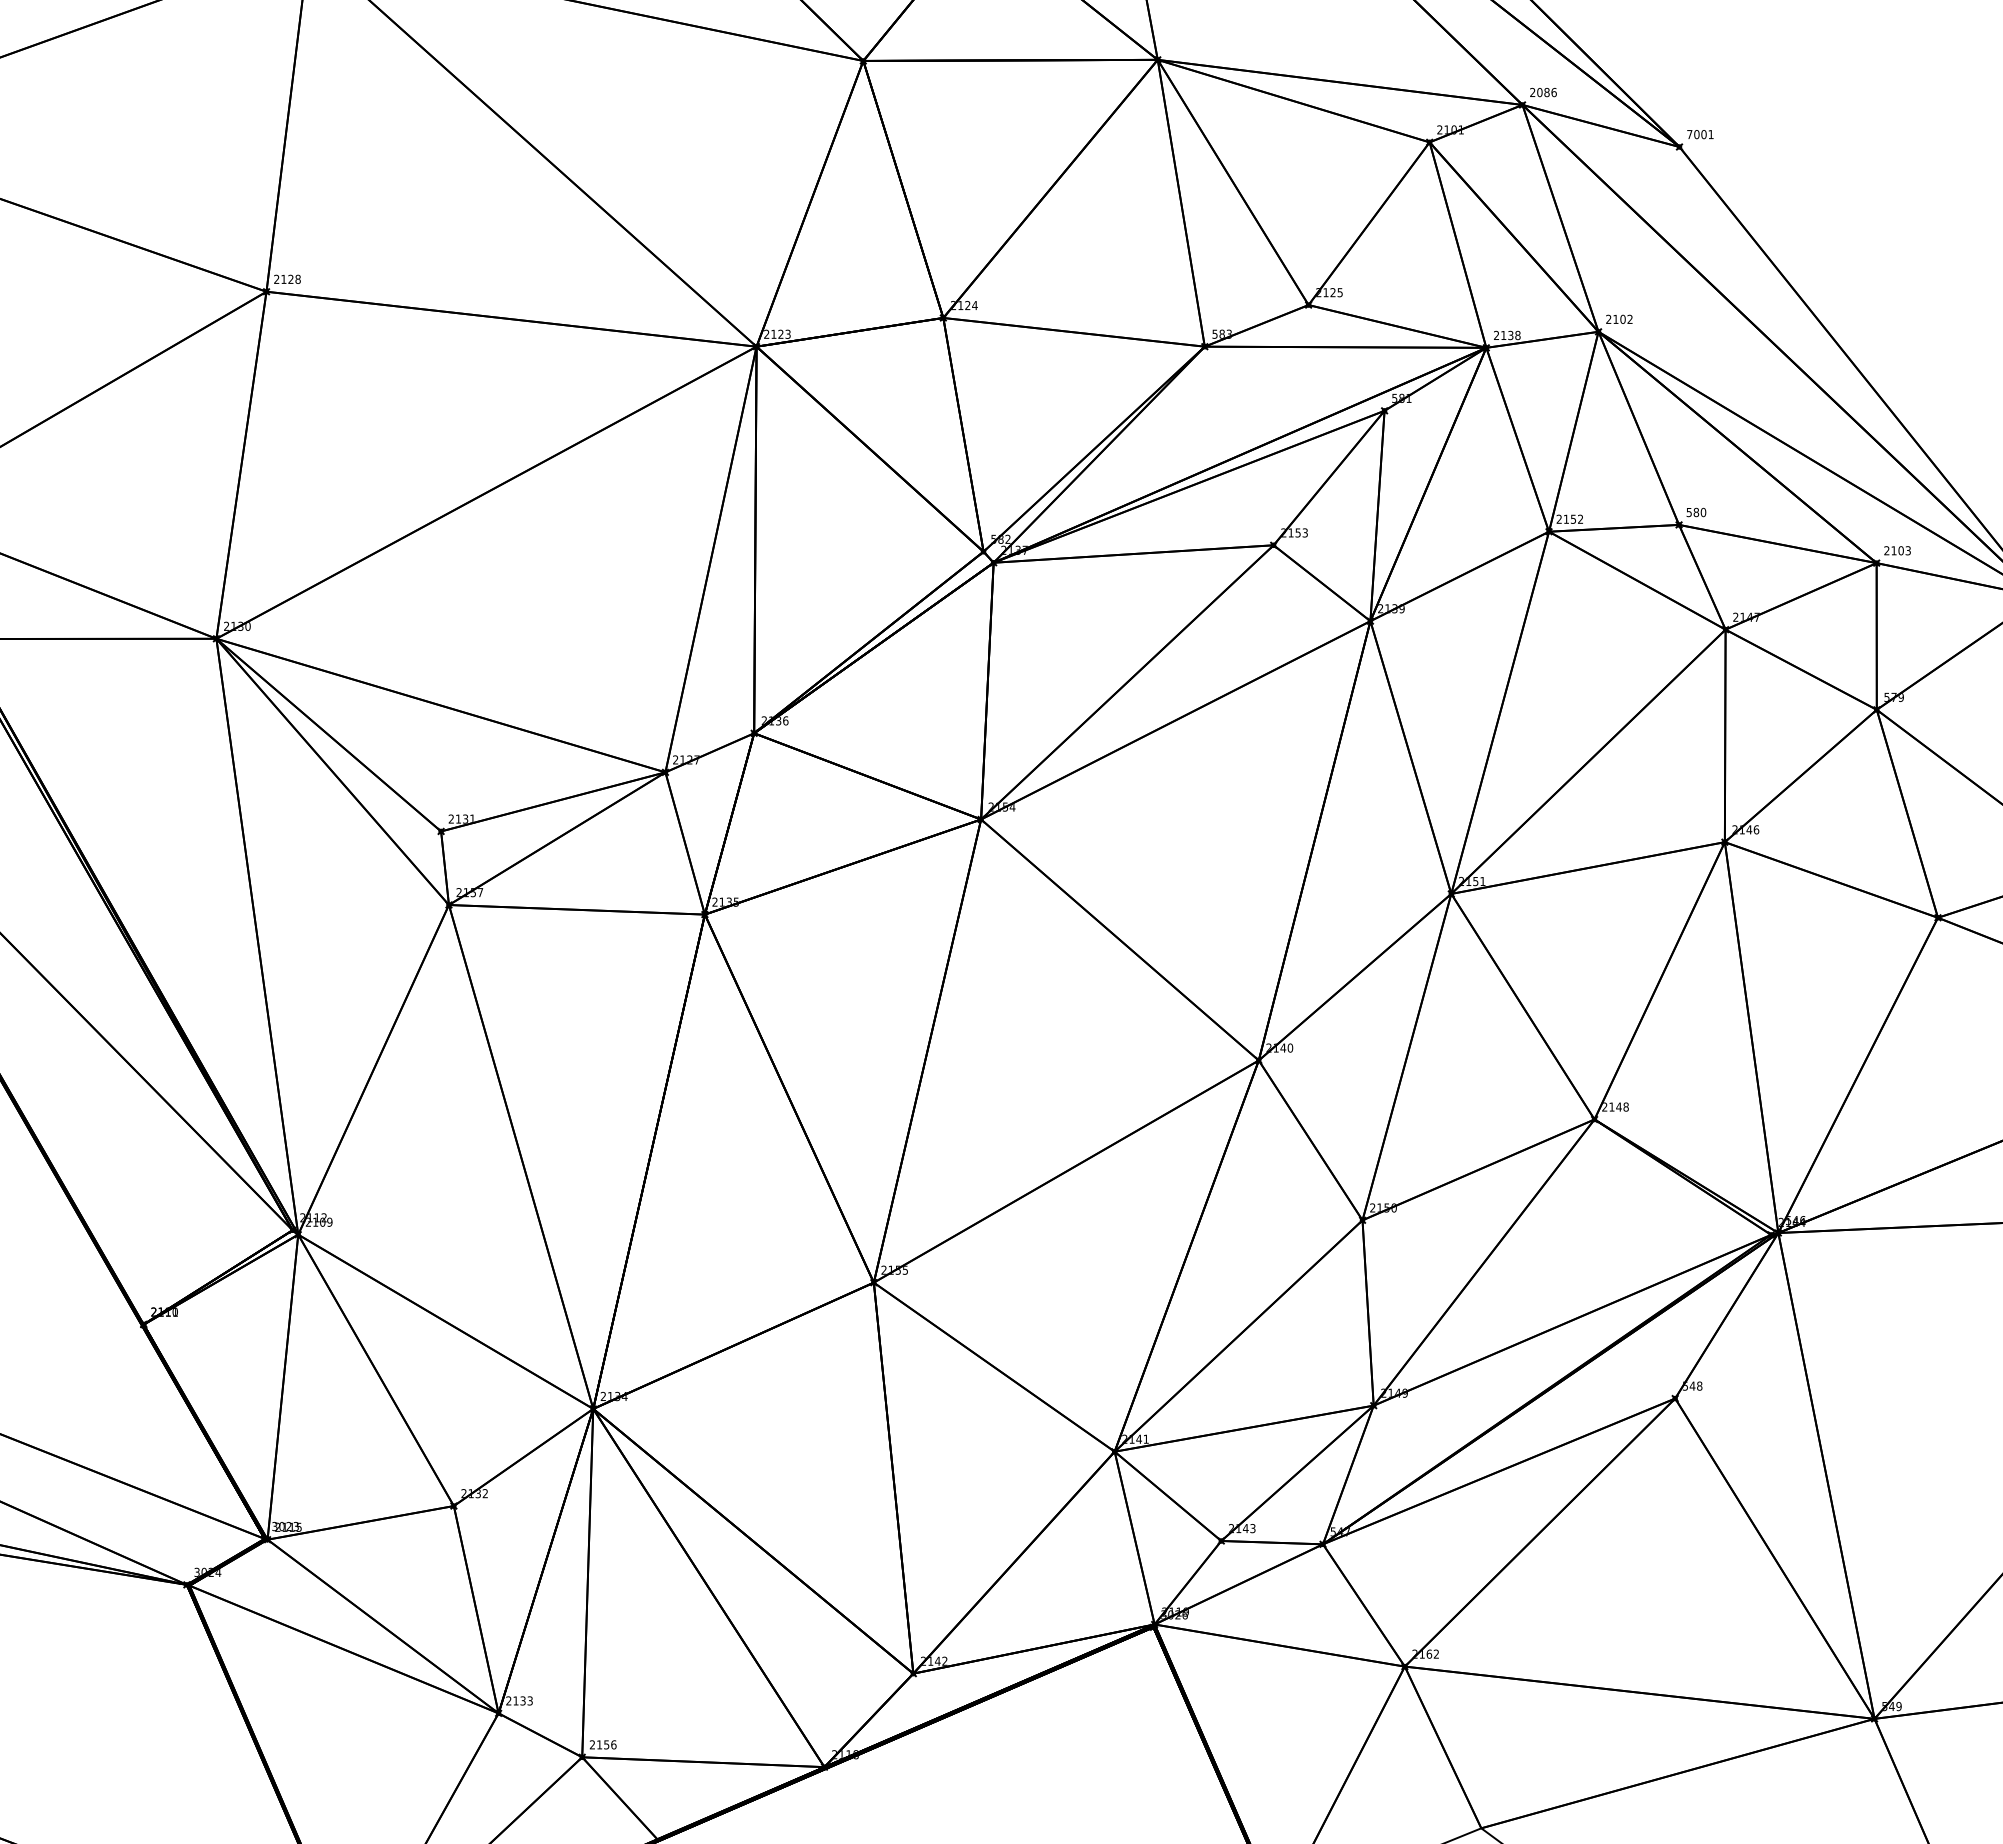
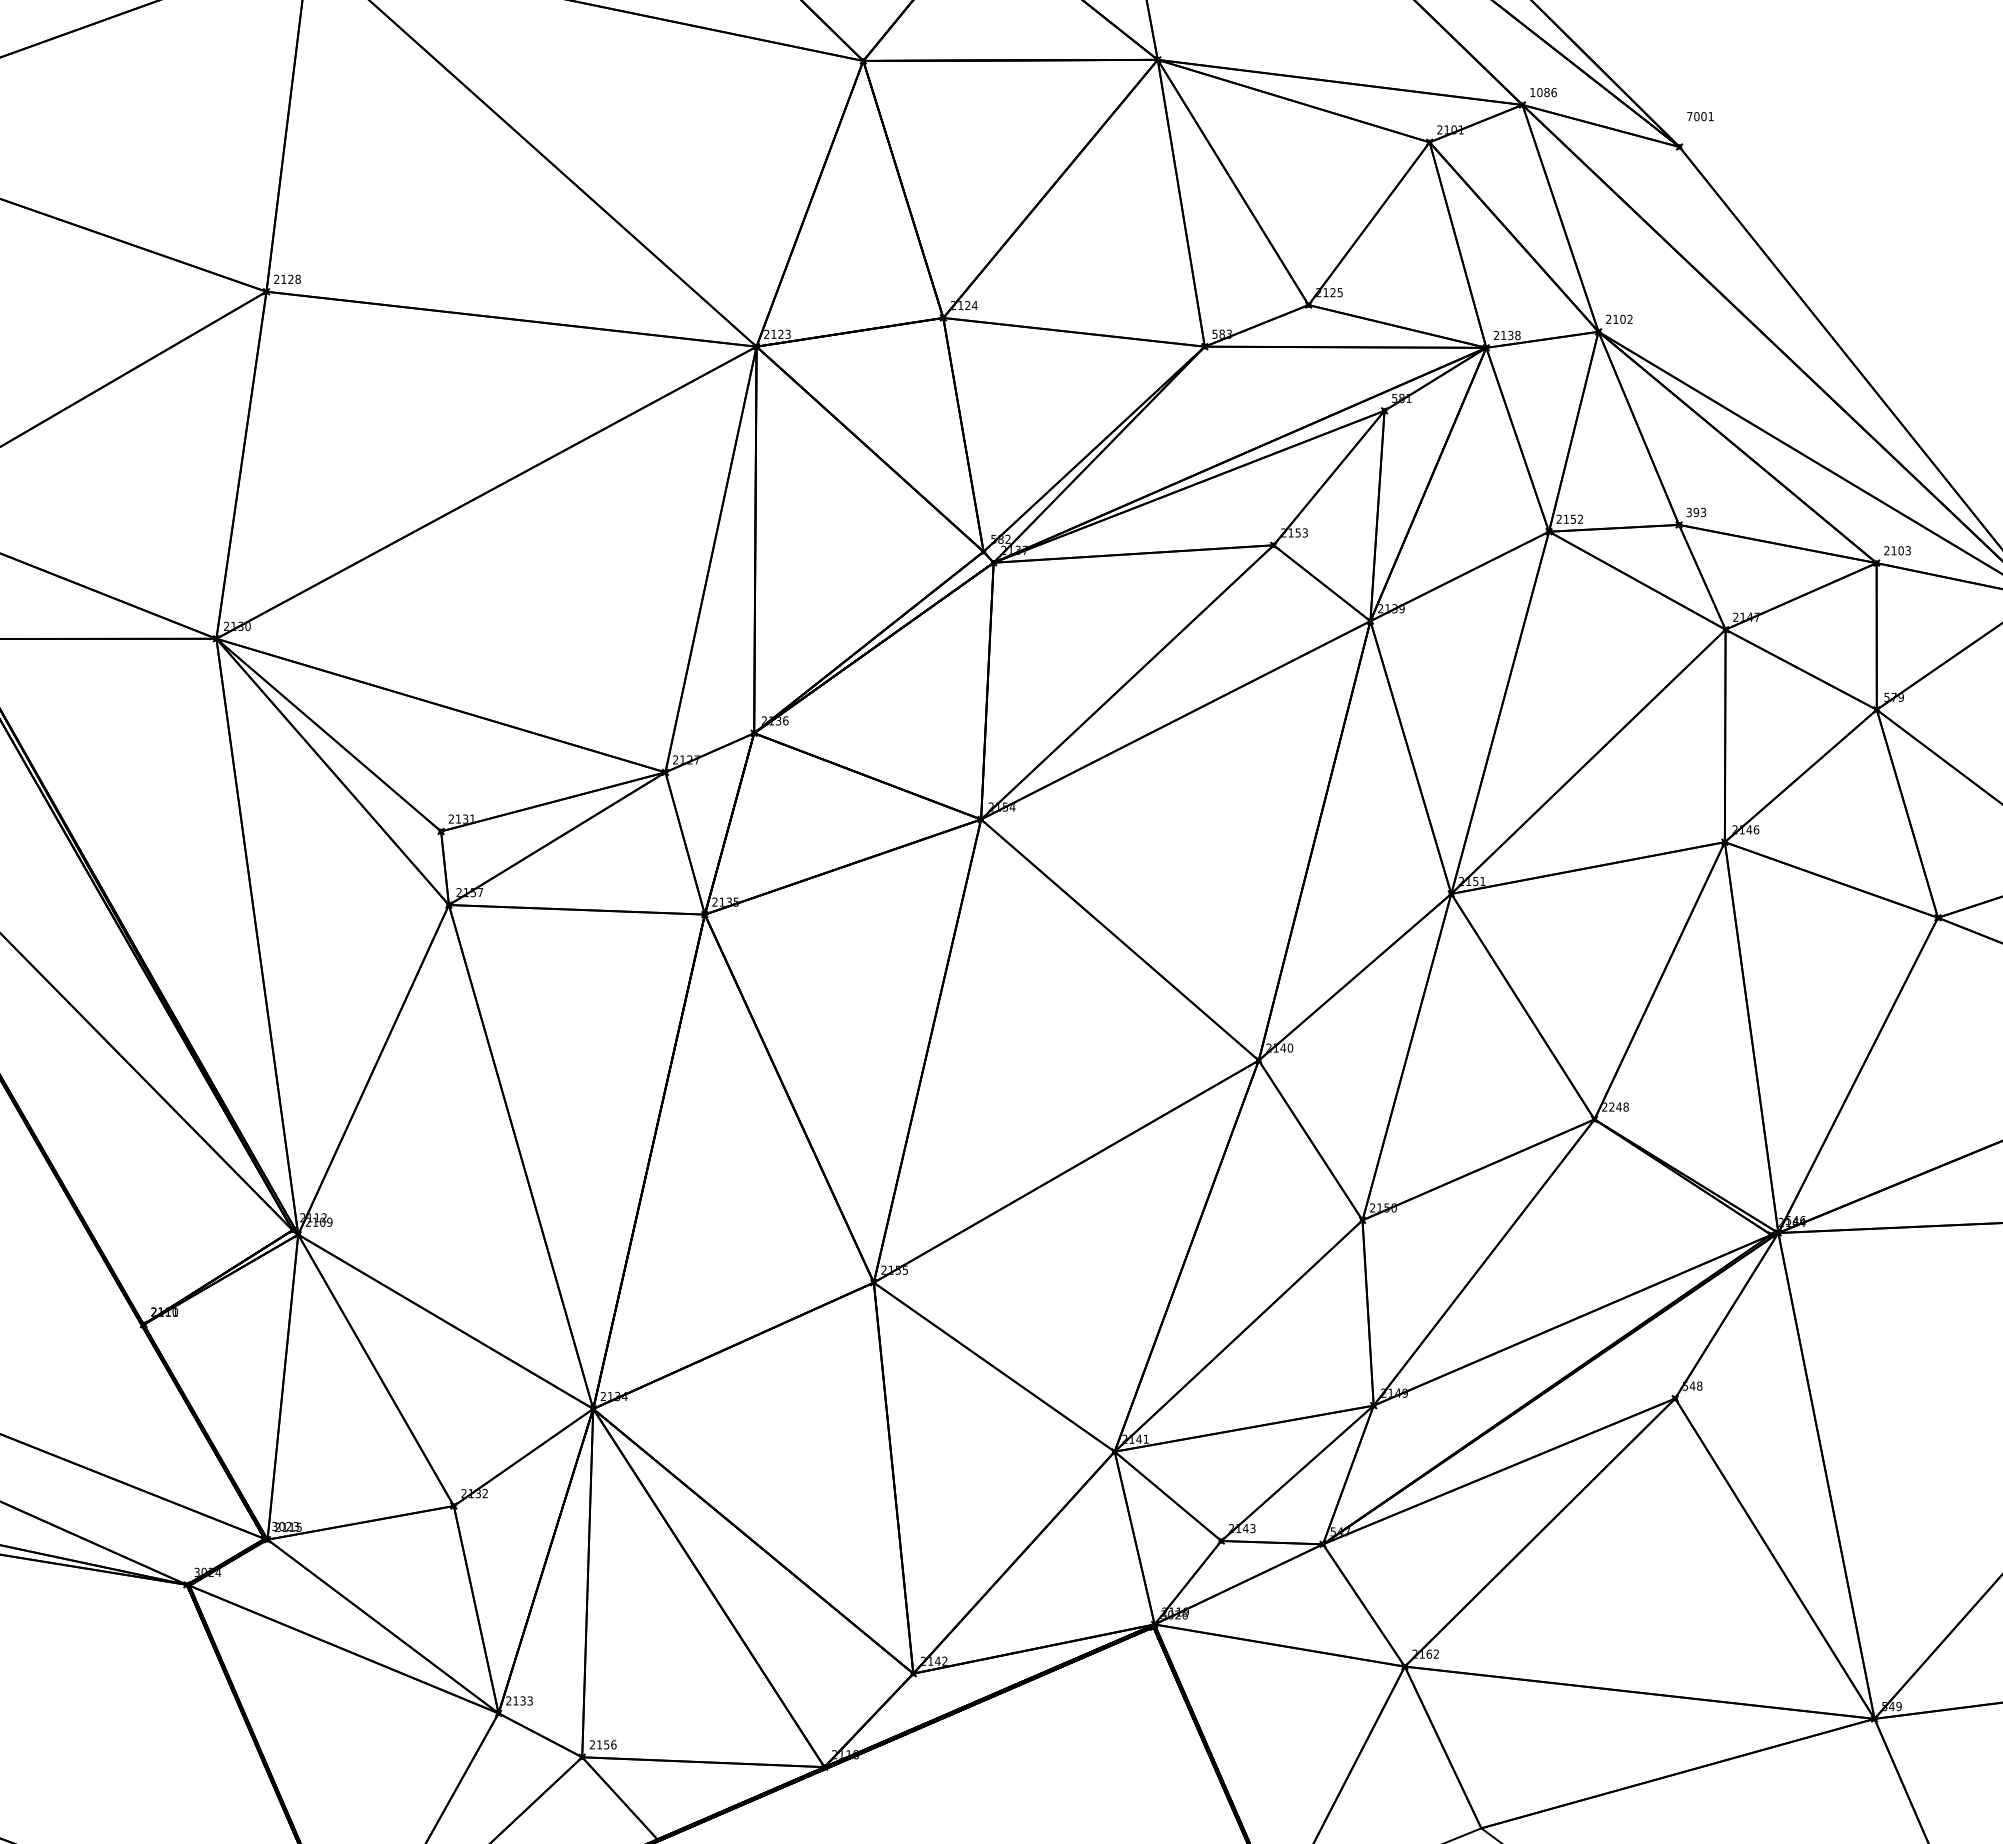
text at (1532, 91): 2086 -> 1086
text at (1700, 134) position: (1700, 134) -> (1700, 116)
text at (1696, 512): 580 -> 393
text at (1611, 1106): 2148 -> 2248
